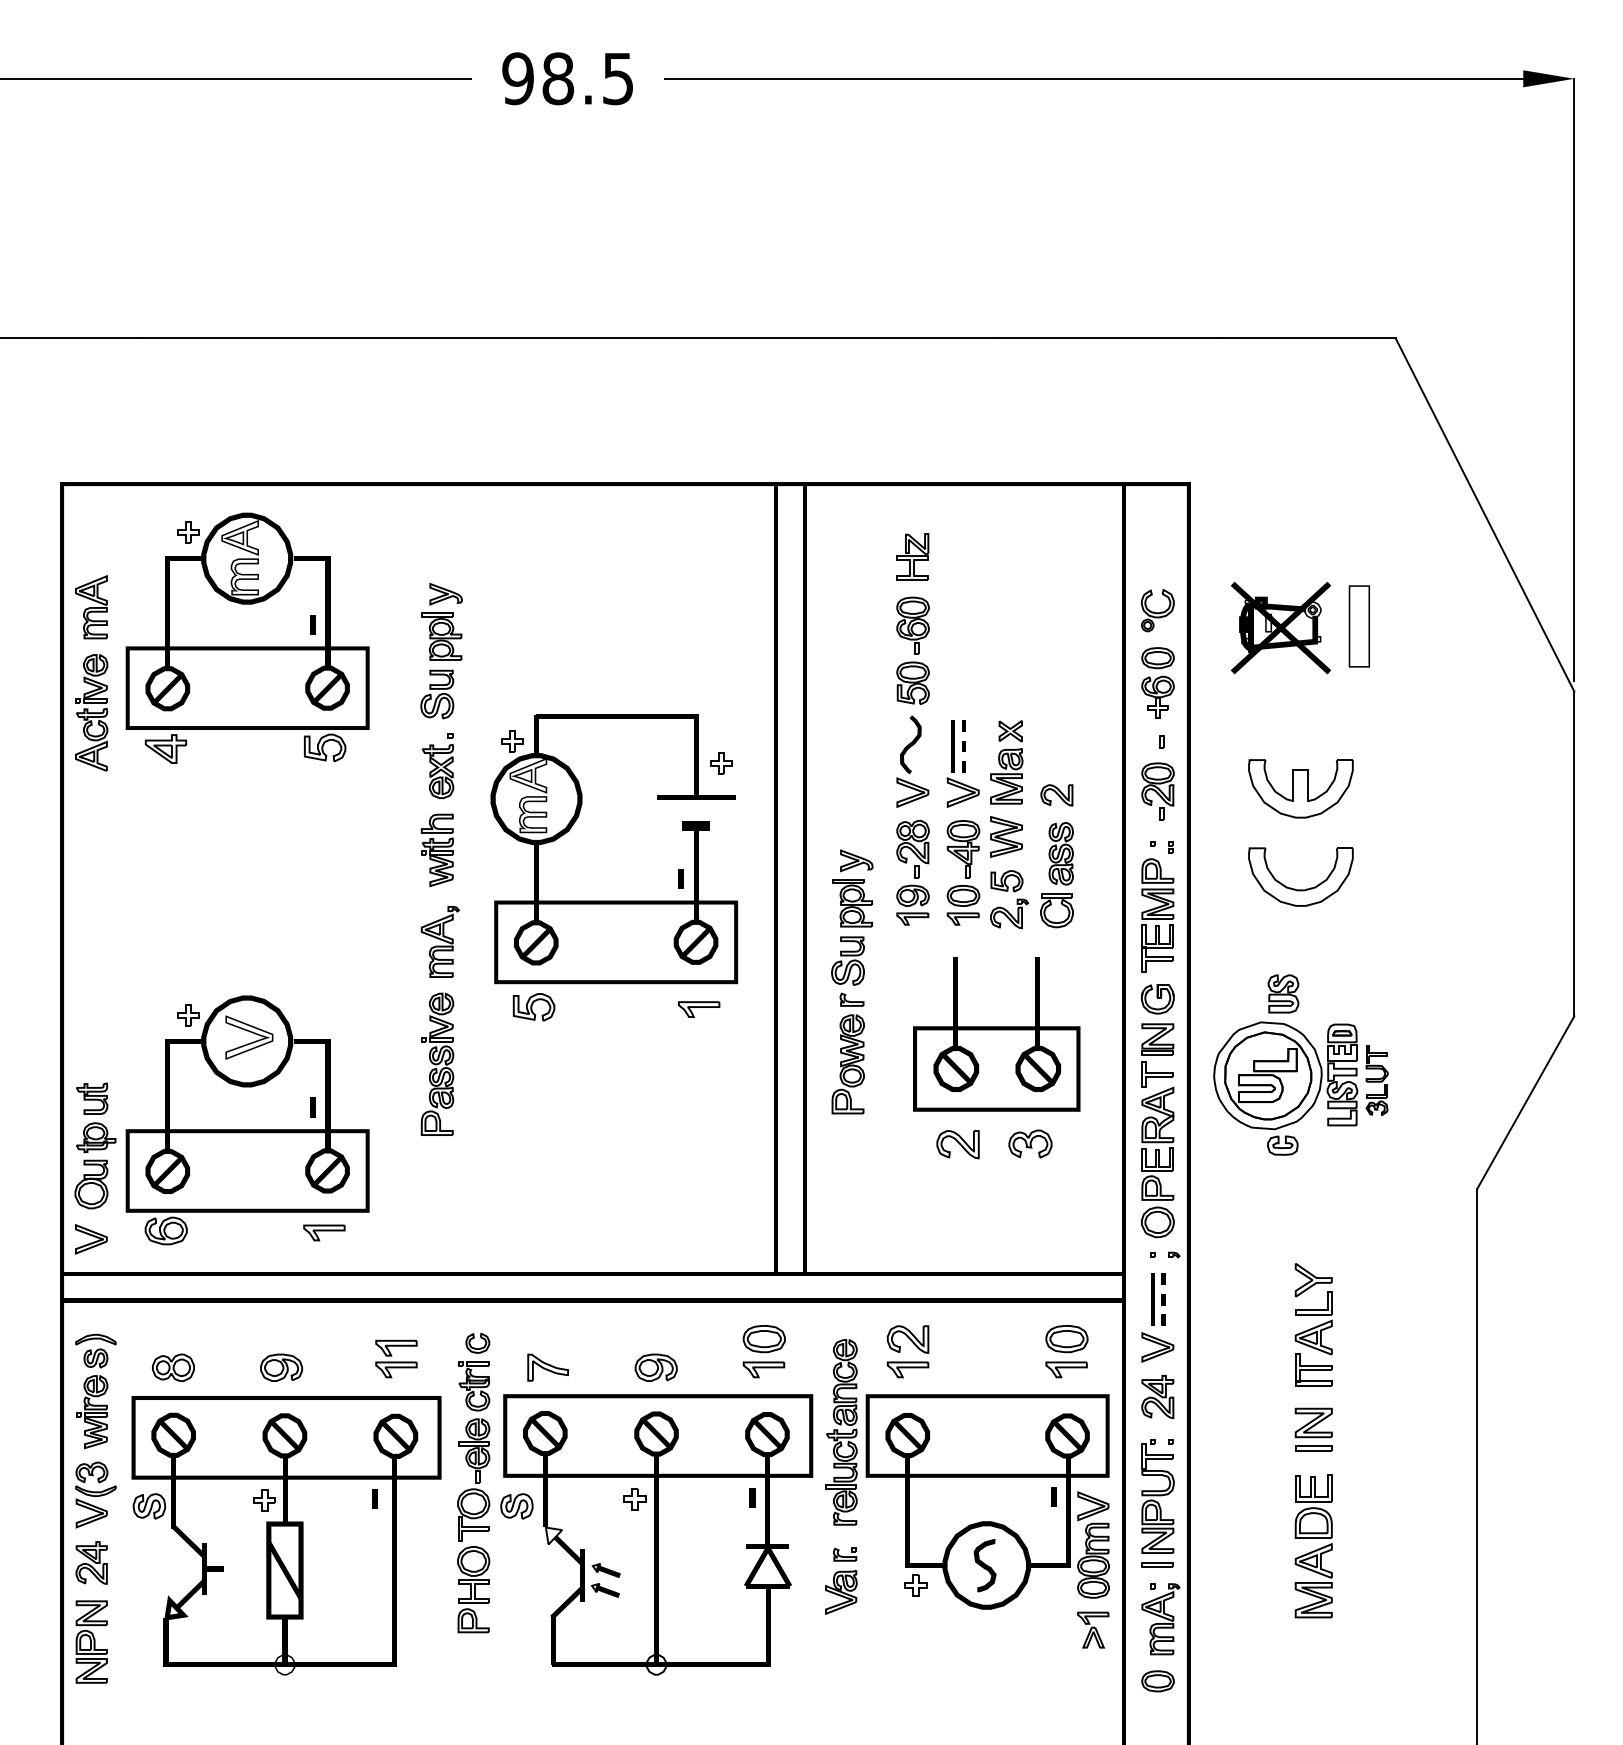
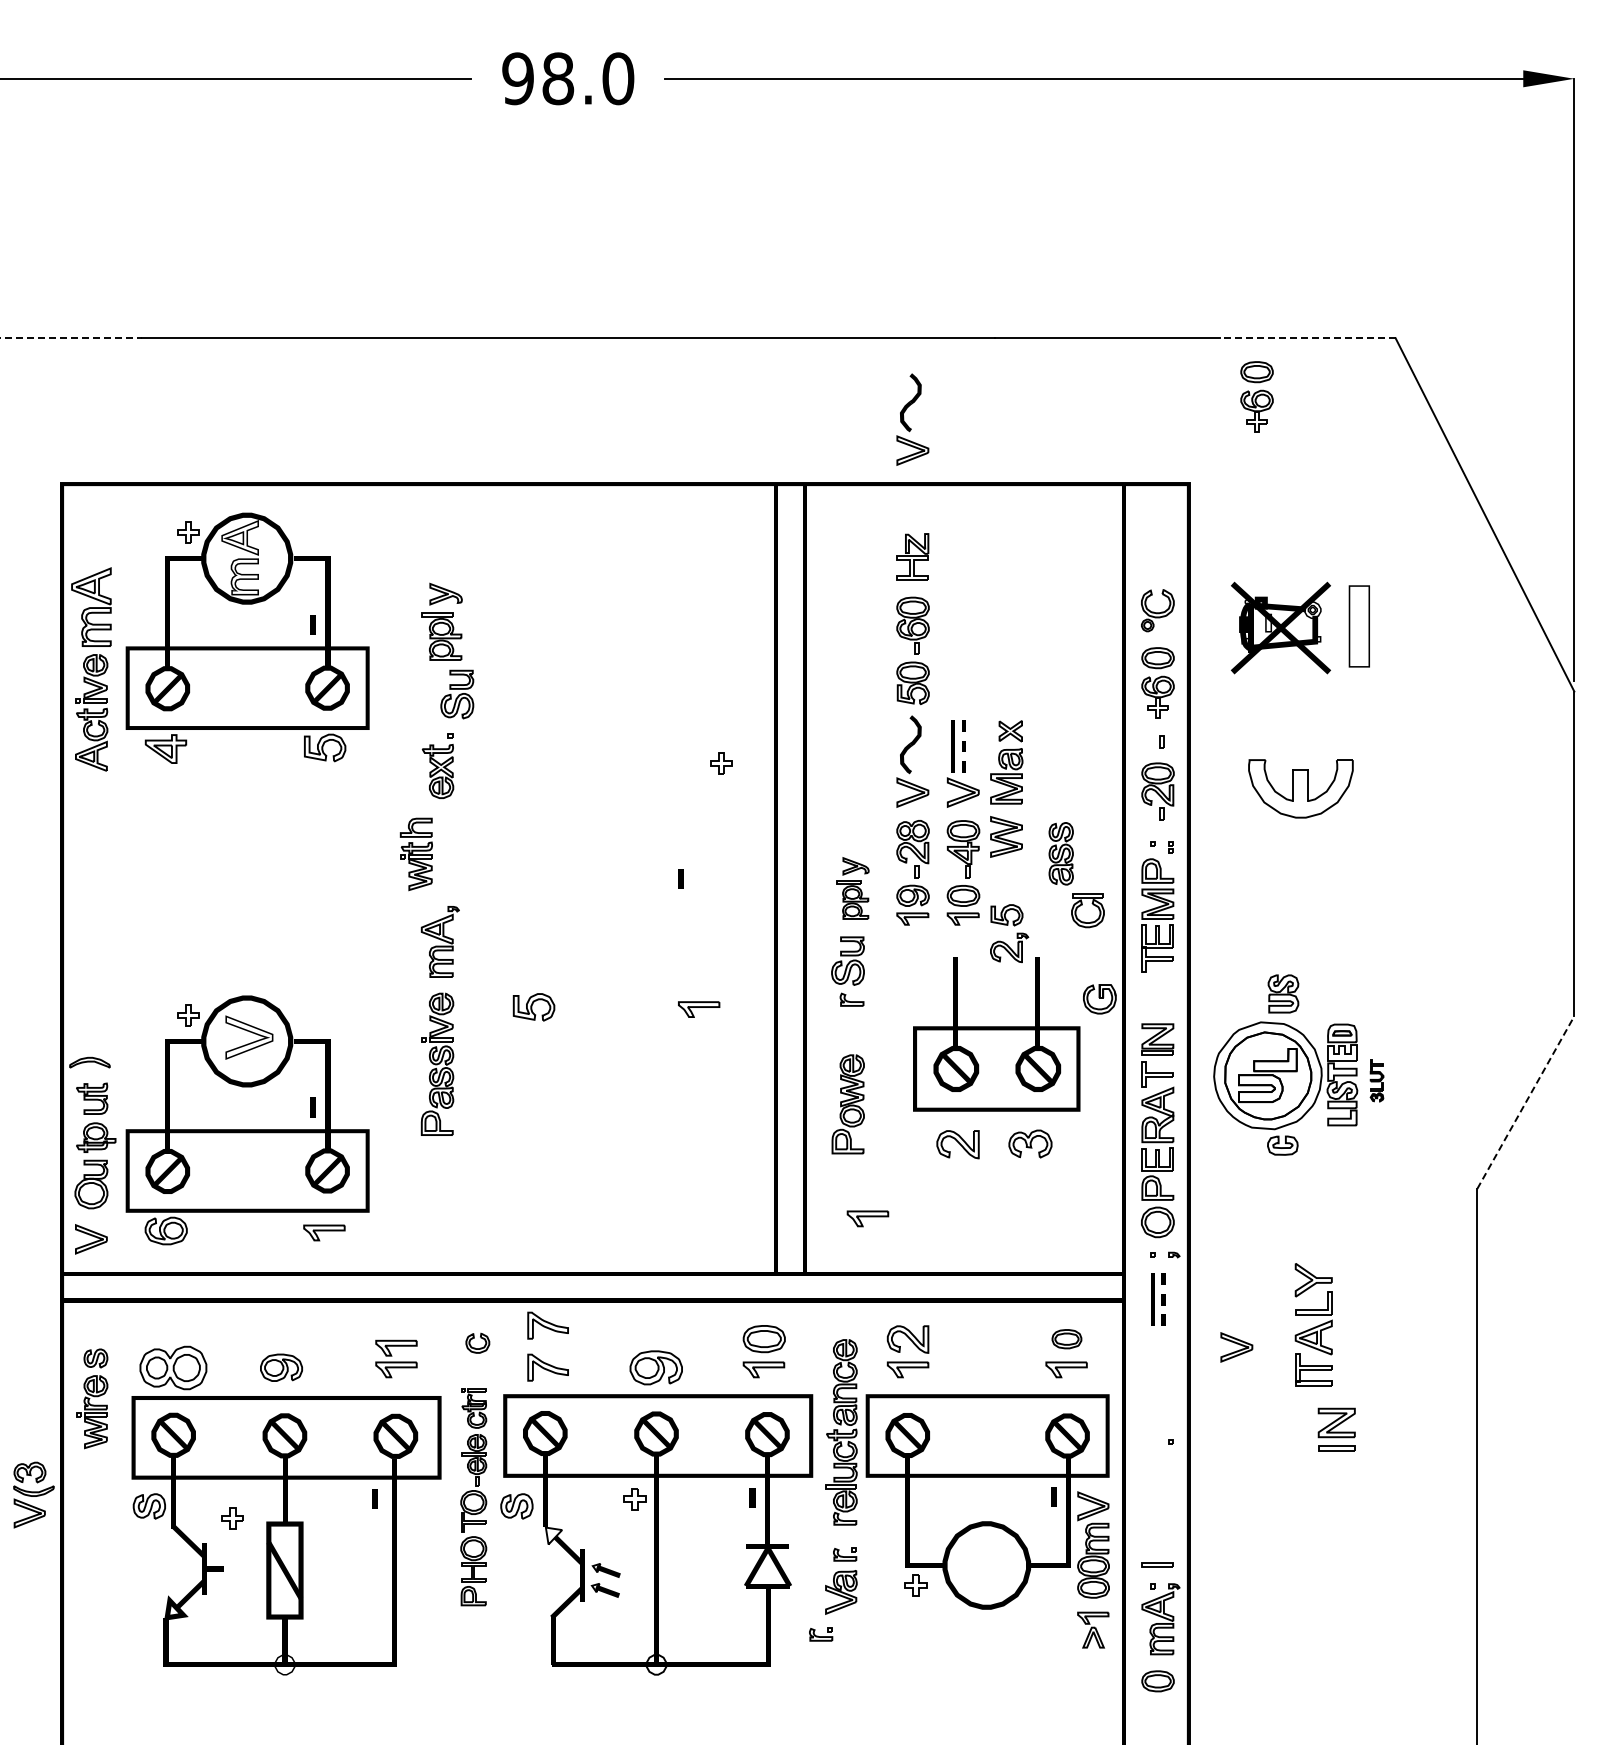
text at (618, 78): 98.5 -> 98.0
line at (71, 338): solid -> dashed
line at (1307, 338): solid -> dashed
part at (1256, 396): none -> present
part at (907, 424): none -> present
part at (91, 607) size: 33x65 px -> 41x80 px
part at (437, 694) position: (437, 694) -> (457, 694)
part at (1056, 795): present -> none
part at (575, 822): present -> none
part at (436, 850) position: (436, 850) -> (415, 854)
part at (852, 888) size: 42x79 px -> 34x63 px
part at (1295, 888): present -> none
part at (1016, 899) position: (1016, 899) -> (1016, 933)
part at (1056, 910) position: (1056, 910) -> (1087, 910)
part at (1157, 999) position: (1157, 999) -> (1099, 999)
part at (847, 1064) position: (847, 1064) -> (847, 1104)
part at (1376, 1080) size: 24x72 px -> 16x44 px
line at (1525, 1102): solid -> dashed
part at (867, 1218): none -> present
part at (547, 1325): none -> present
part at (95, 1339) position: (95, 1339) -> (89, 1062)
part at (1066, 1339) size: 44x29 px -> 32x21 px
part at (1157, 1347) position: (1157, 1347) -> (1236, 1347)
part at (173, 1367) size: 43x29 px -> 69x46 px
part at (655, 1367) size: 44x29 px -> 54x36 px
part at (1157, 1396): present -> none
part at (1313, 1429) position: (1313, 1429) -> (1336, 1429)
part at (95, 1494) position: (95, 1494) -> (33, 1494)
part at (1157, 1496): present -> none
part at (473, 1497) size: 34x273 px -> 28x219 px
part at (264, 1500) position: (264, 1500) -> (232, 1518)
part at (1313, 1546): present -> none
part at (91, 1562): present -> none
curve at (984, 1565): present -> none
part at (821, 1634): none -> present
part at (91, 1641): present -> none
